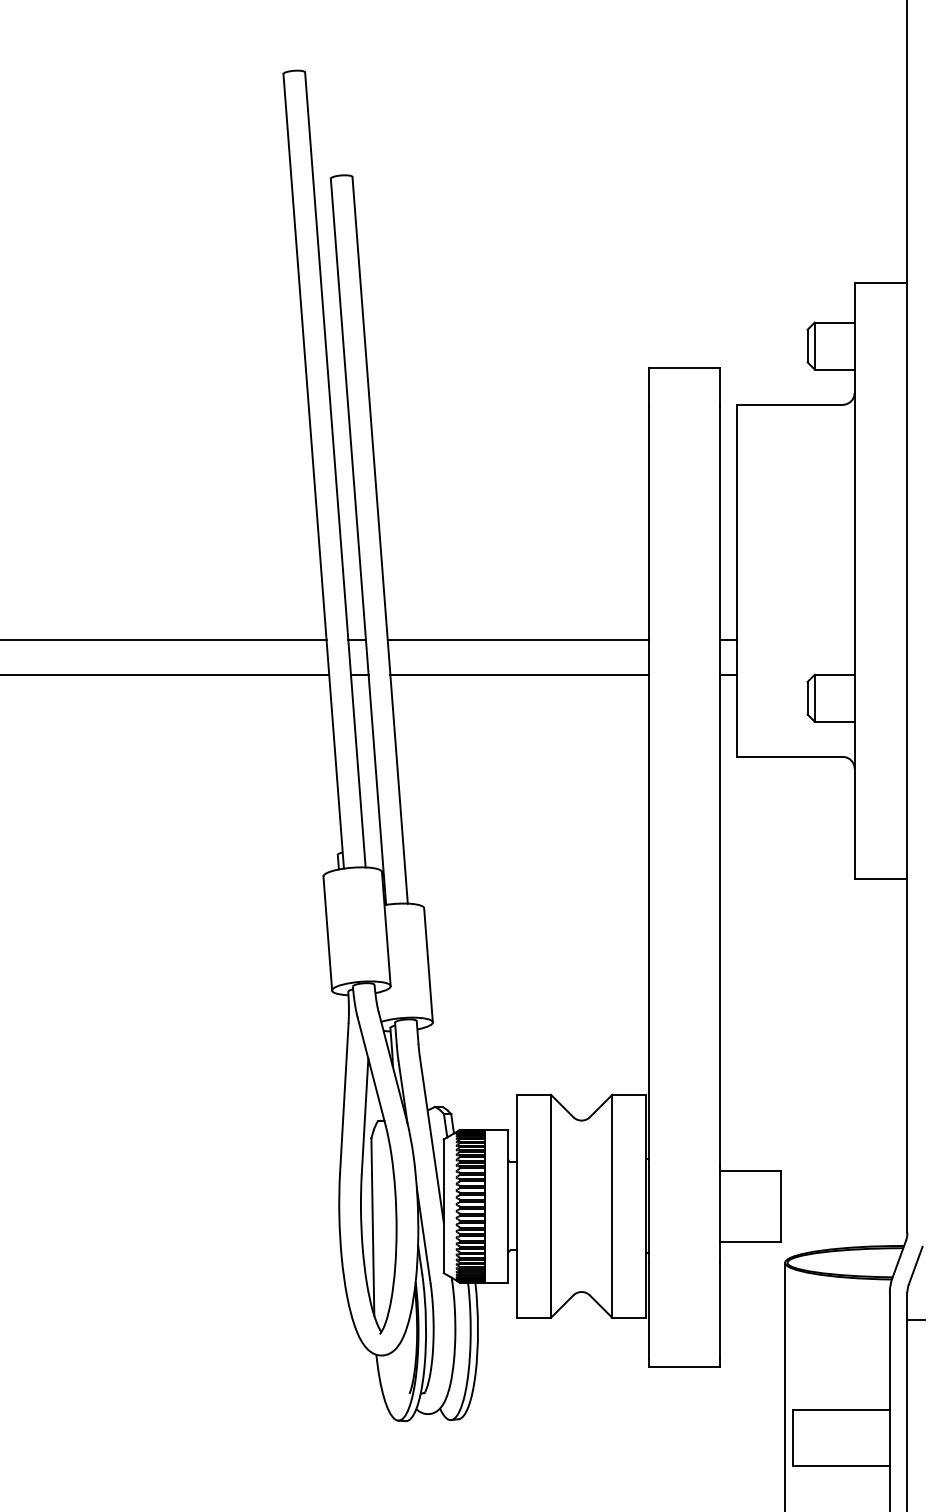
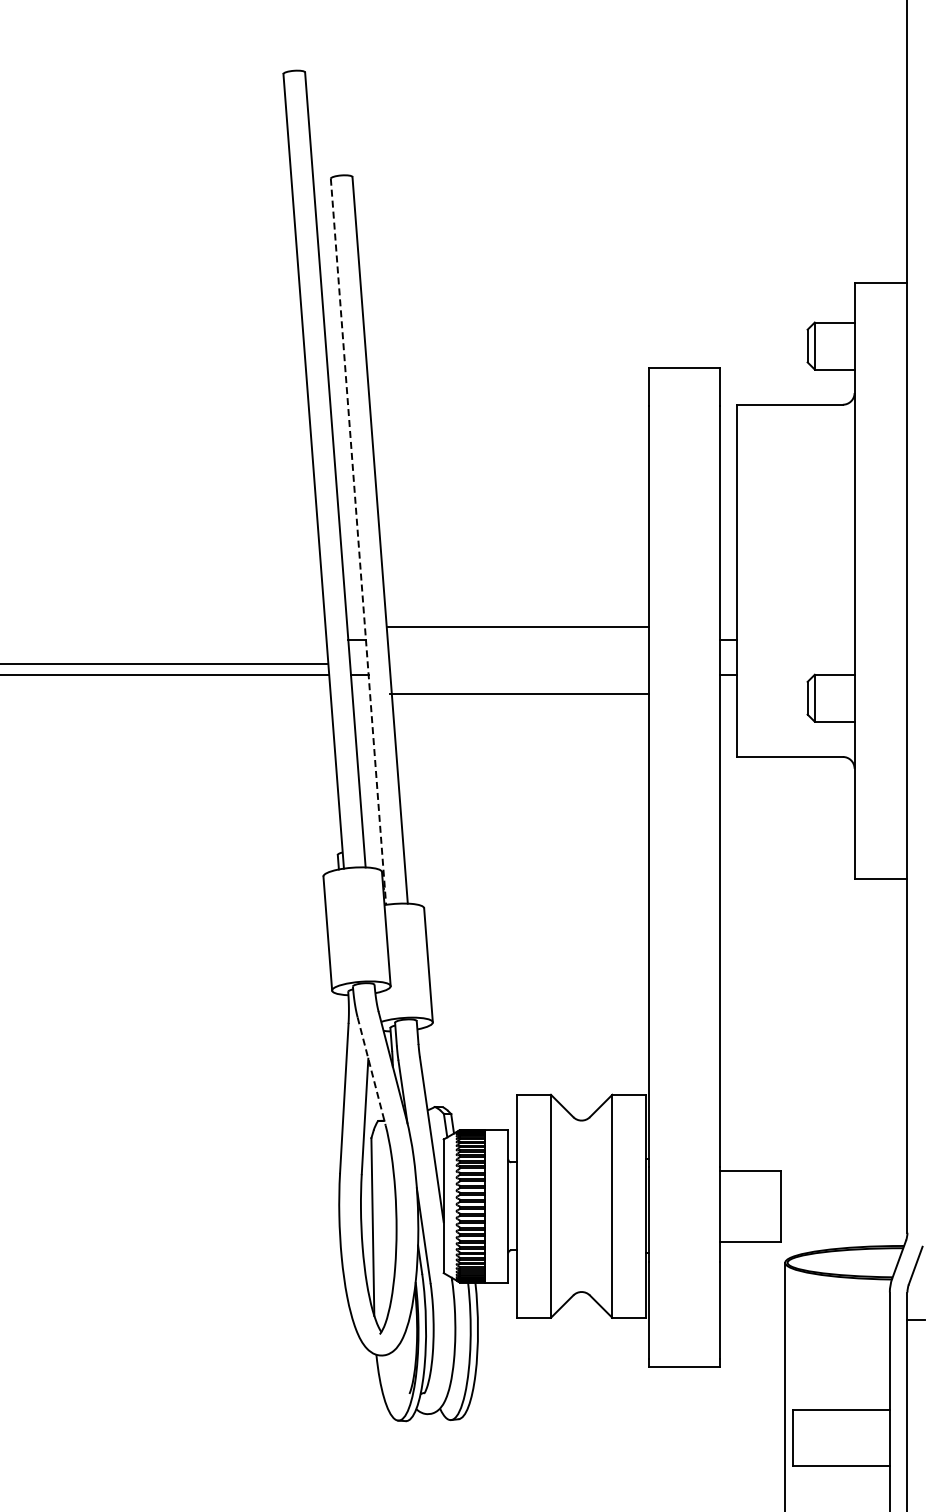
line at (358, 542): solid -> dashed
line at (164, 639) position: (164, 639) -> (164, 663)
line at (518, 639) position: (518, 639) -> (518, 626)
line at (519, 674) position: (519, 674) -> (519, 693)
line at (371, 1071): solid -> dashed
